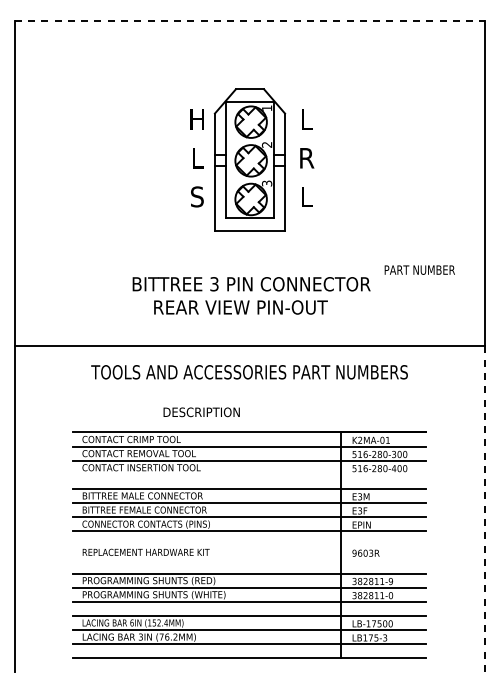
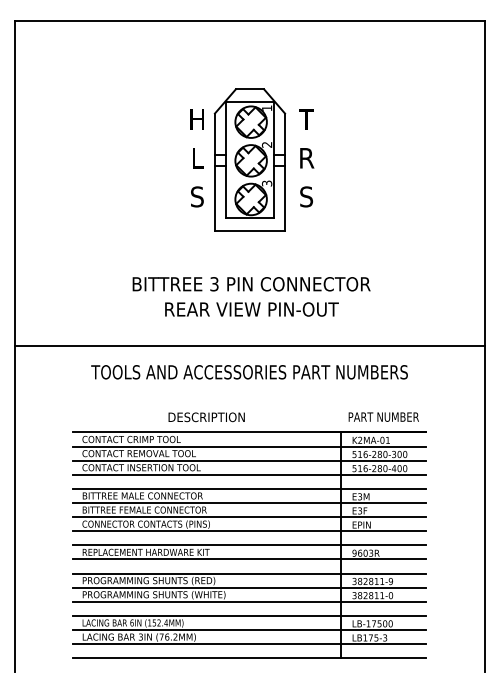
line at (250, 20): dashed -> solid
text at (306, 119): L -> T
text at (306, 196): L -> S
text at (419, 269) position: (419, 269) -> (383, 416)
text at (240, 307) position: (240, 307) -> (251, 309)
text at (201, 412) position: (201, 412) -> (206, 417)
line at (249, 474): none -> present
line at (485, 509): dashed -> solid
line at (249, 545): none -> present
line at (249, 559): none -> present
